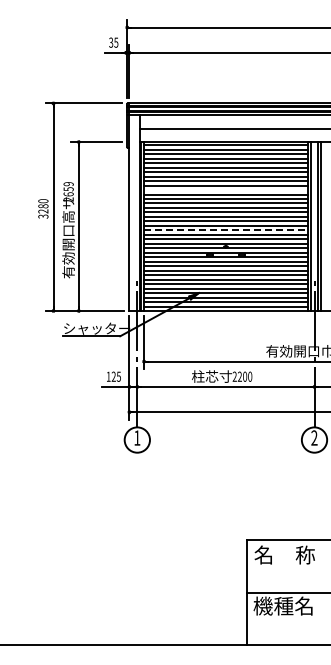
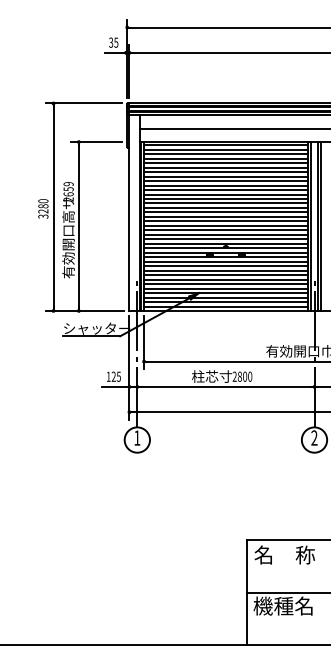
line at (225, 190): none -> present
line at (225, 230): dashed -> solid
text at (239, 376): 2200 -> 2800
